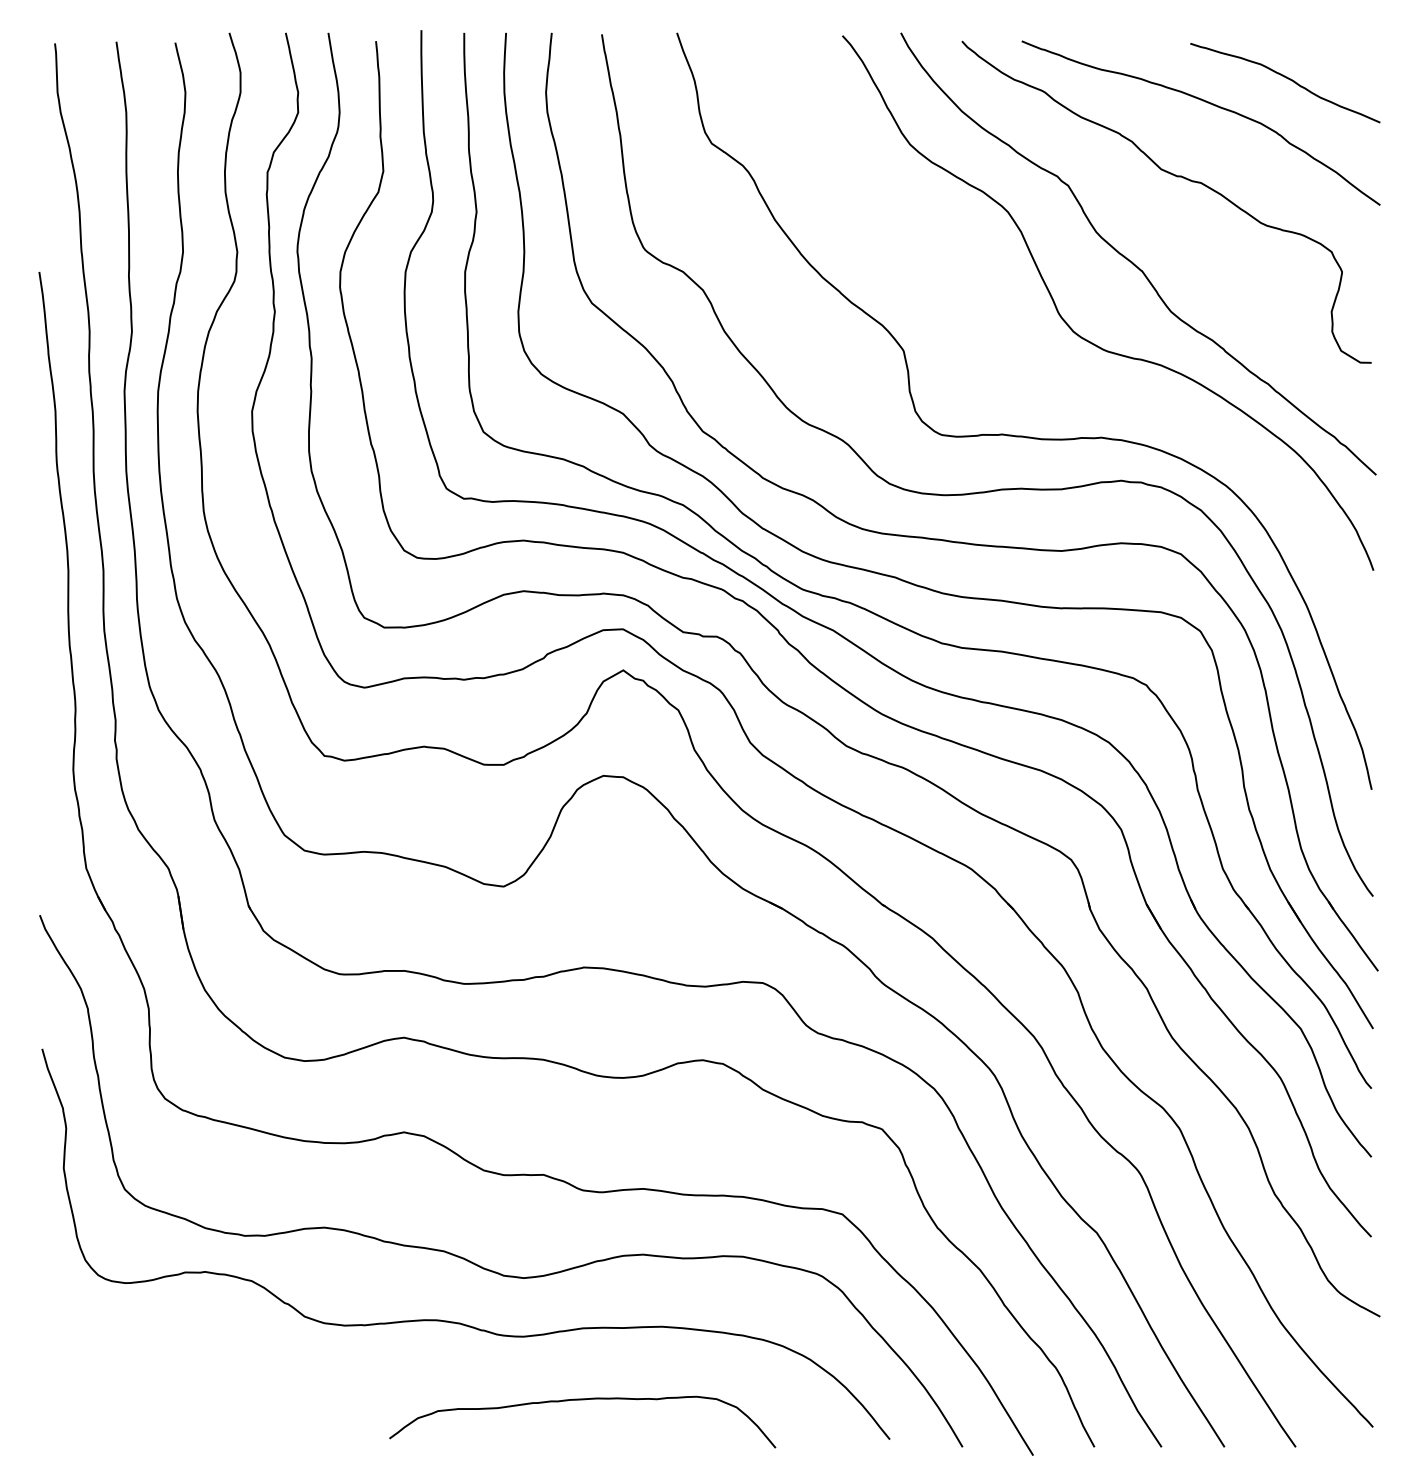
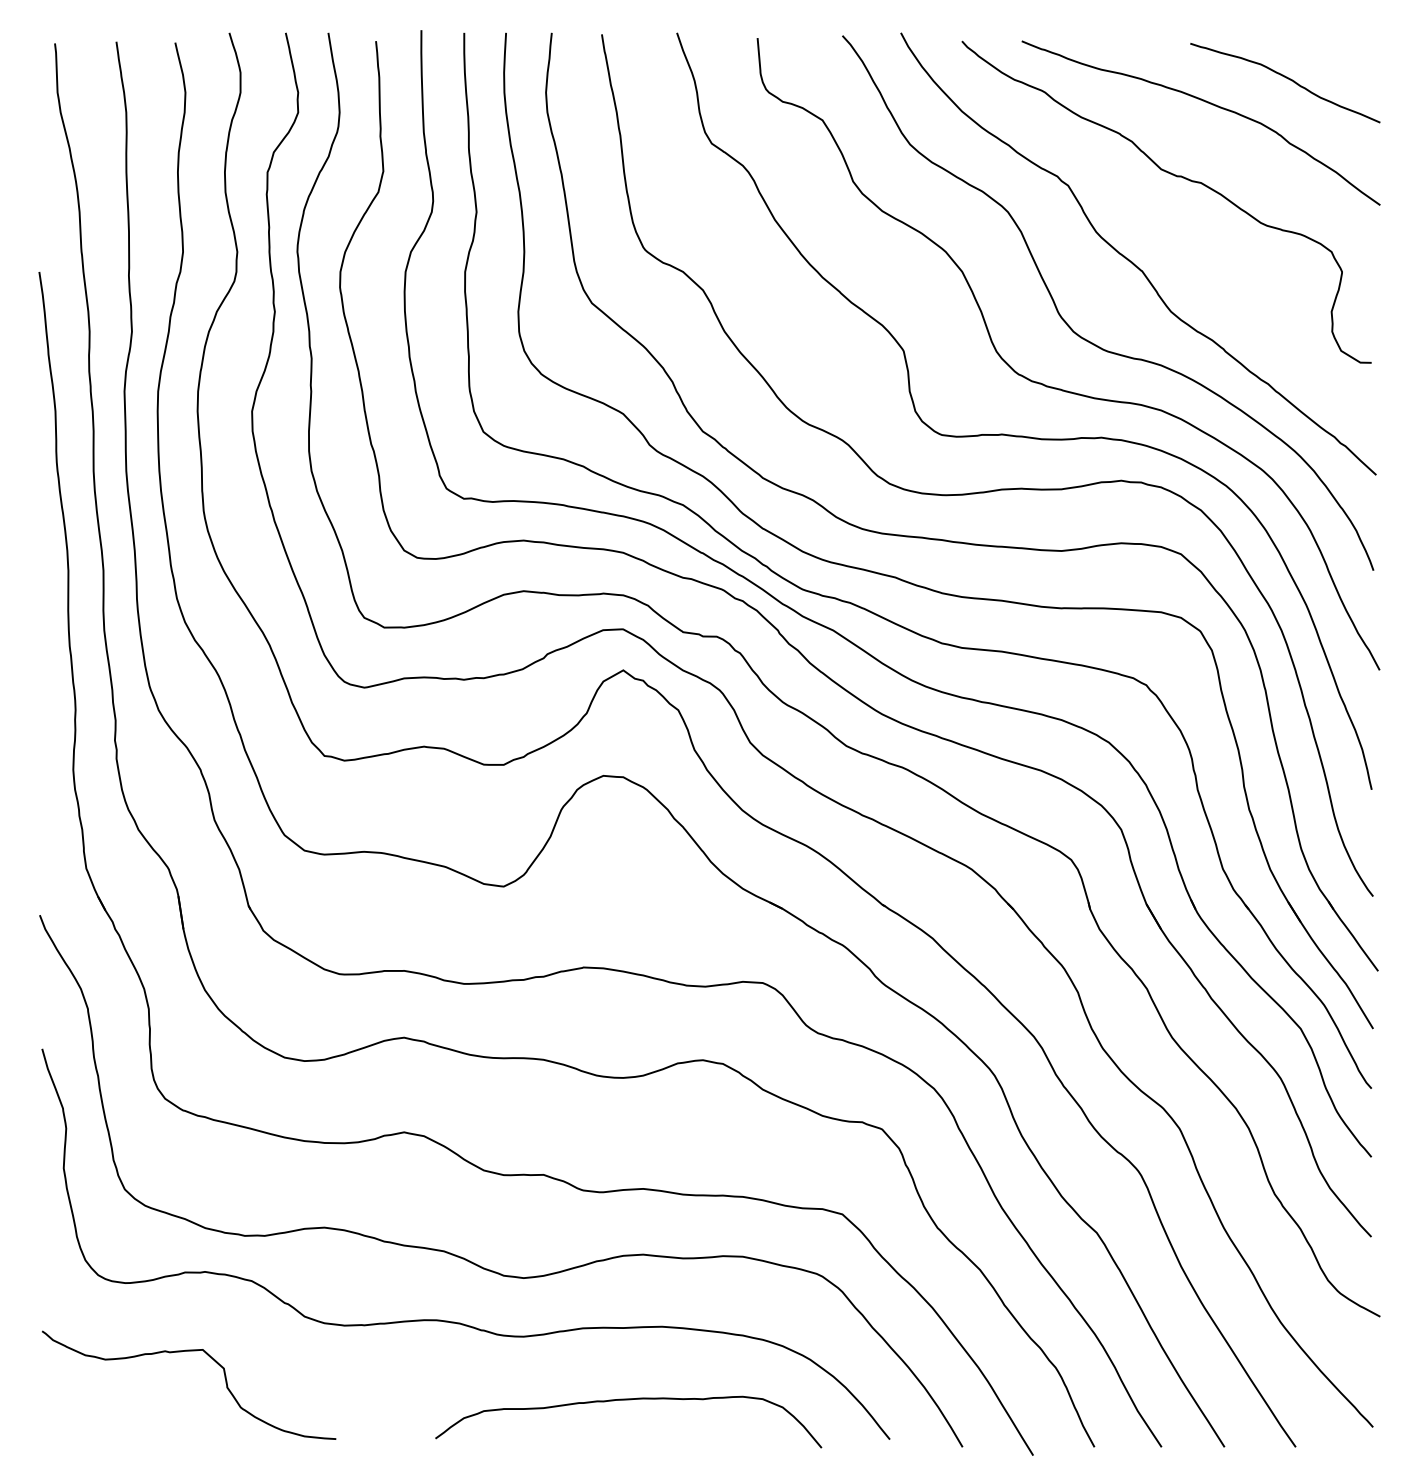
curve at (1060, 388): none -> present
curve at (181, 1352): none -> present
curve at (582, 1400) position: (582, 1400) -> (628, 1400)
